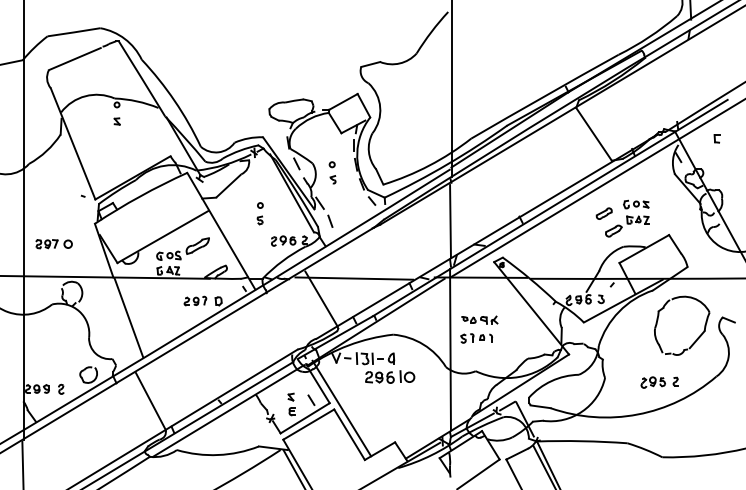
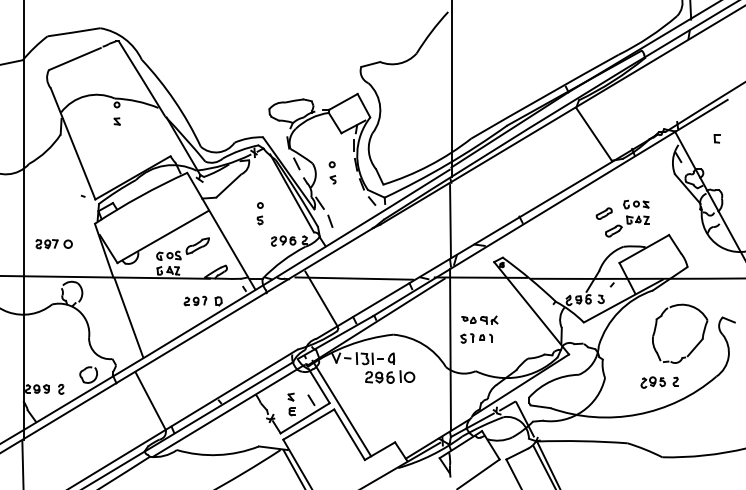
line at (596, 188): present -> none
part at (697, 337) position: (697, 337) -> (695, 345)
